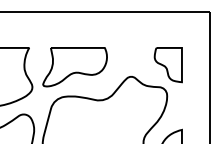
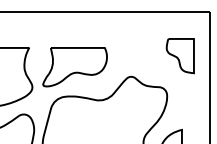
part at (167, 65) position: (167, 65) -> (179, 56)
